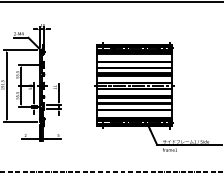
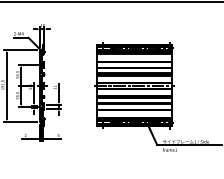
line at (111, 171): present -> none
